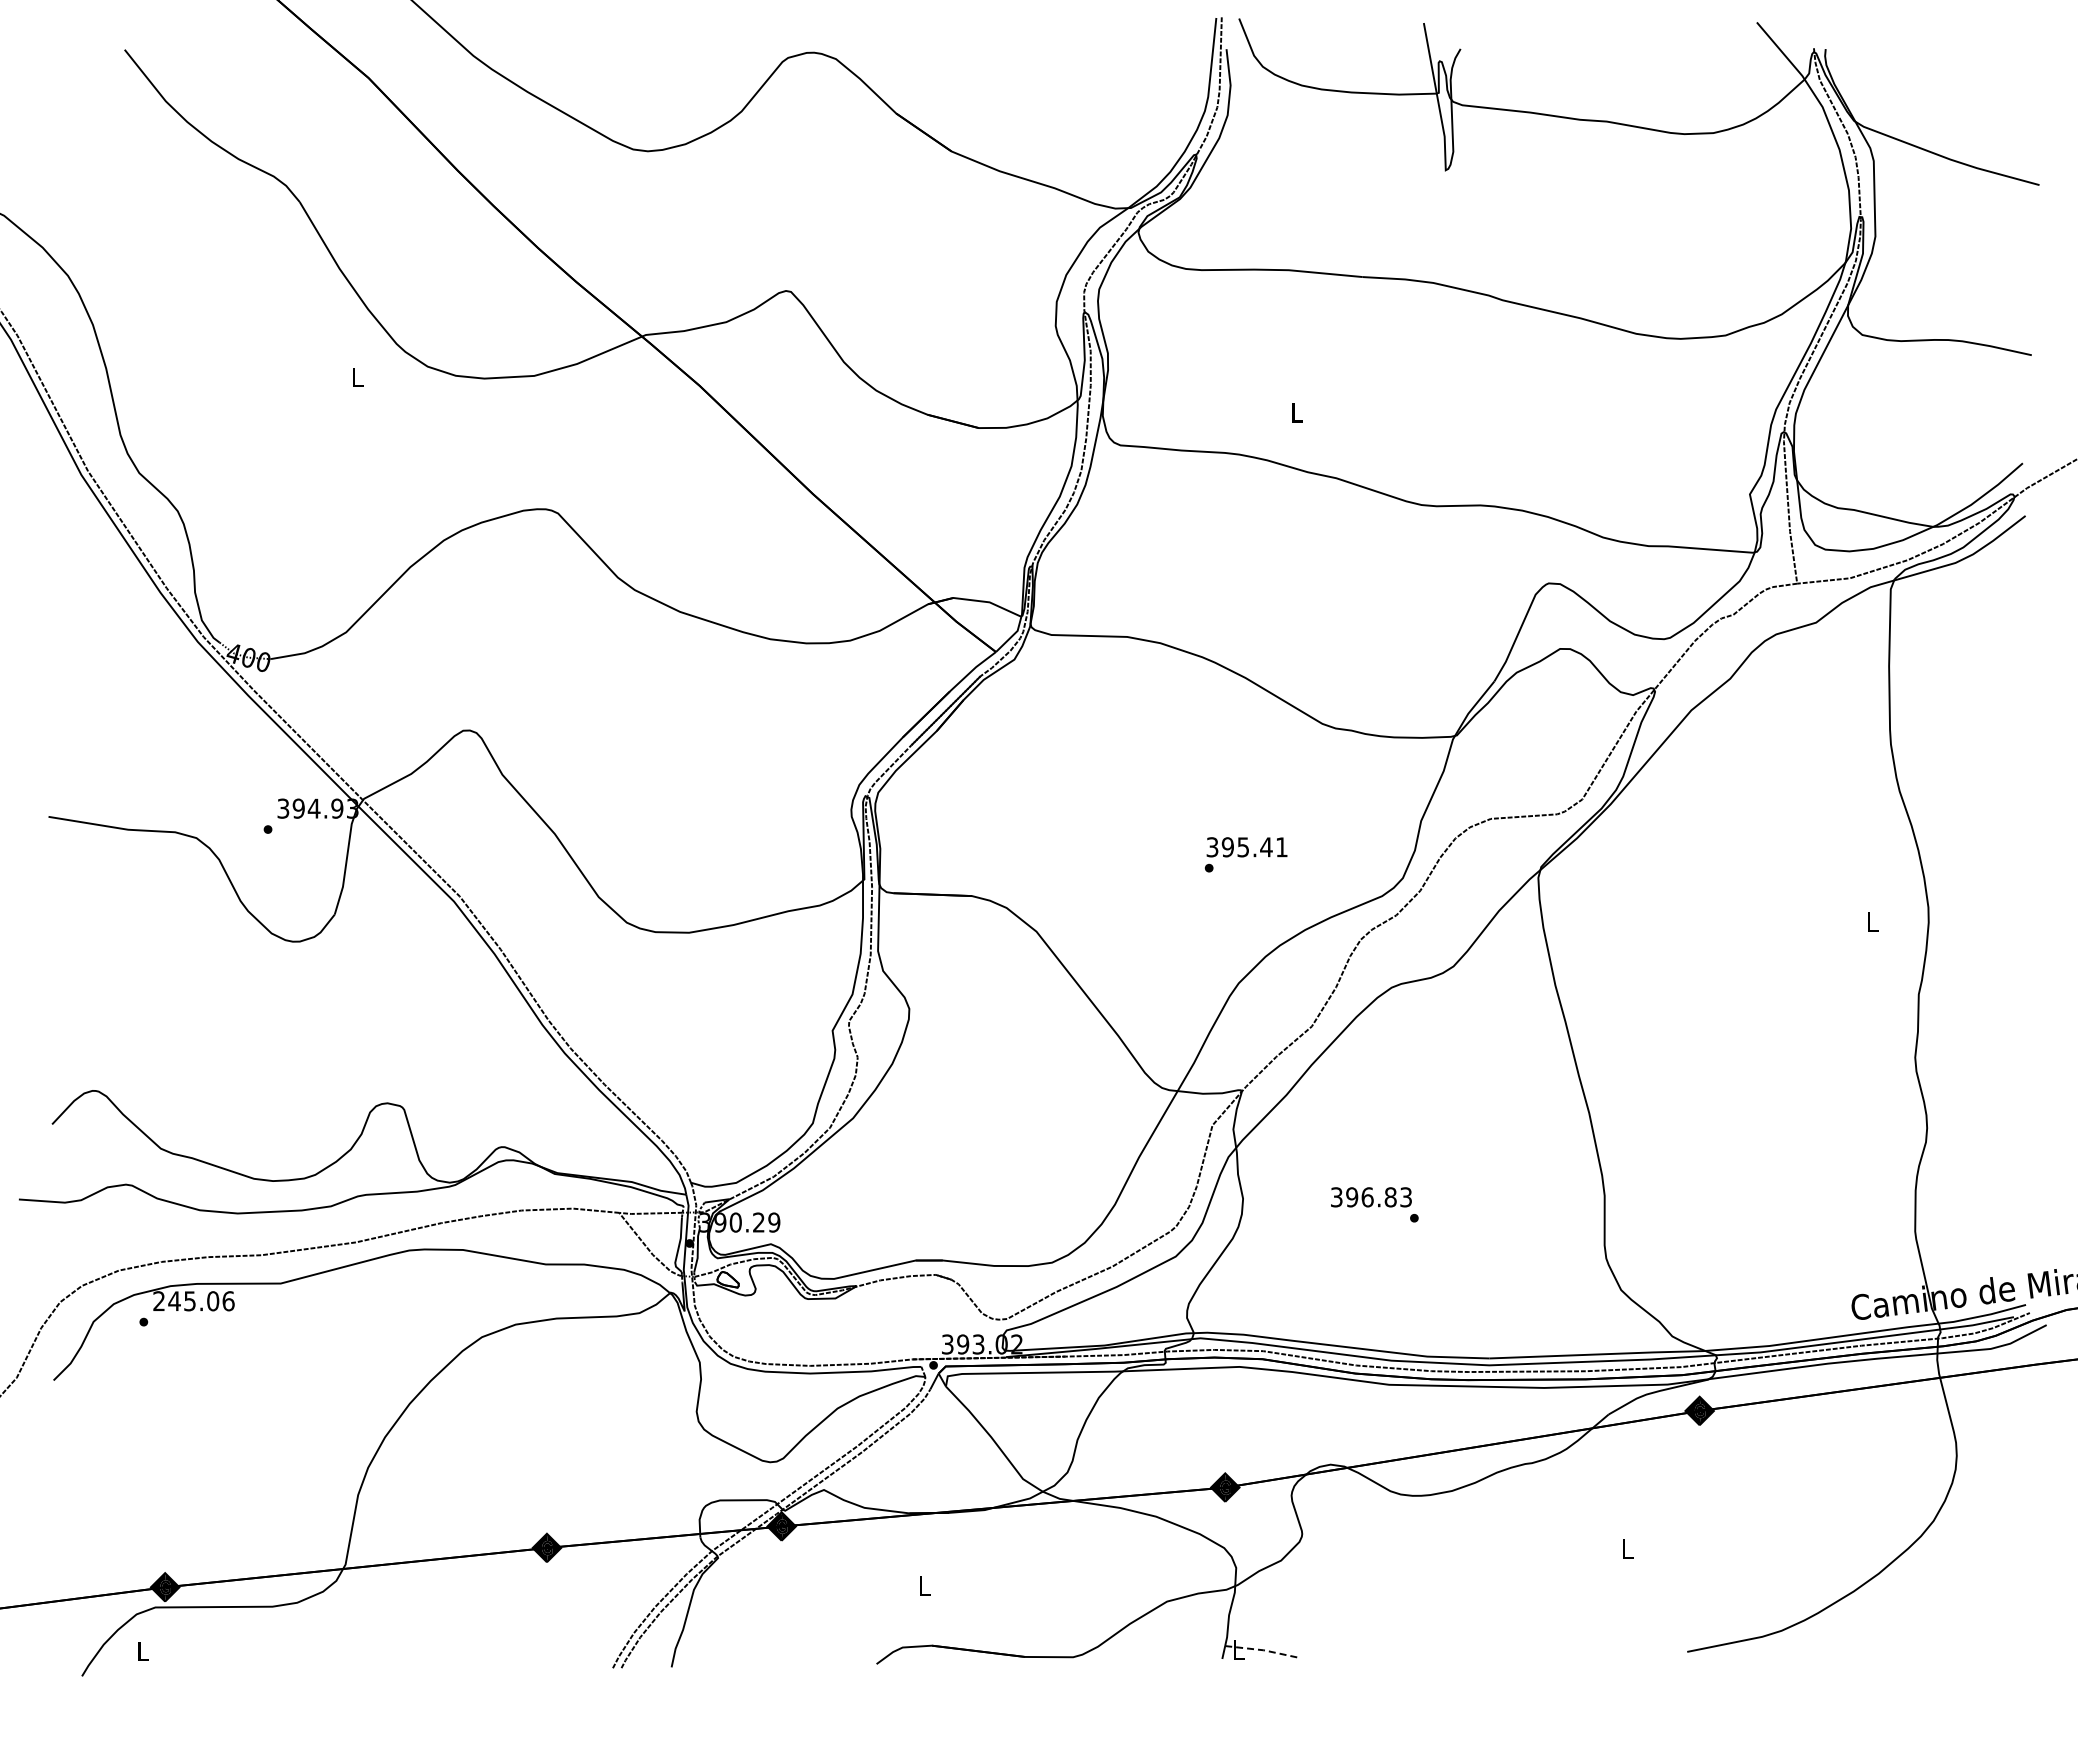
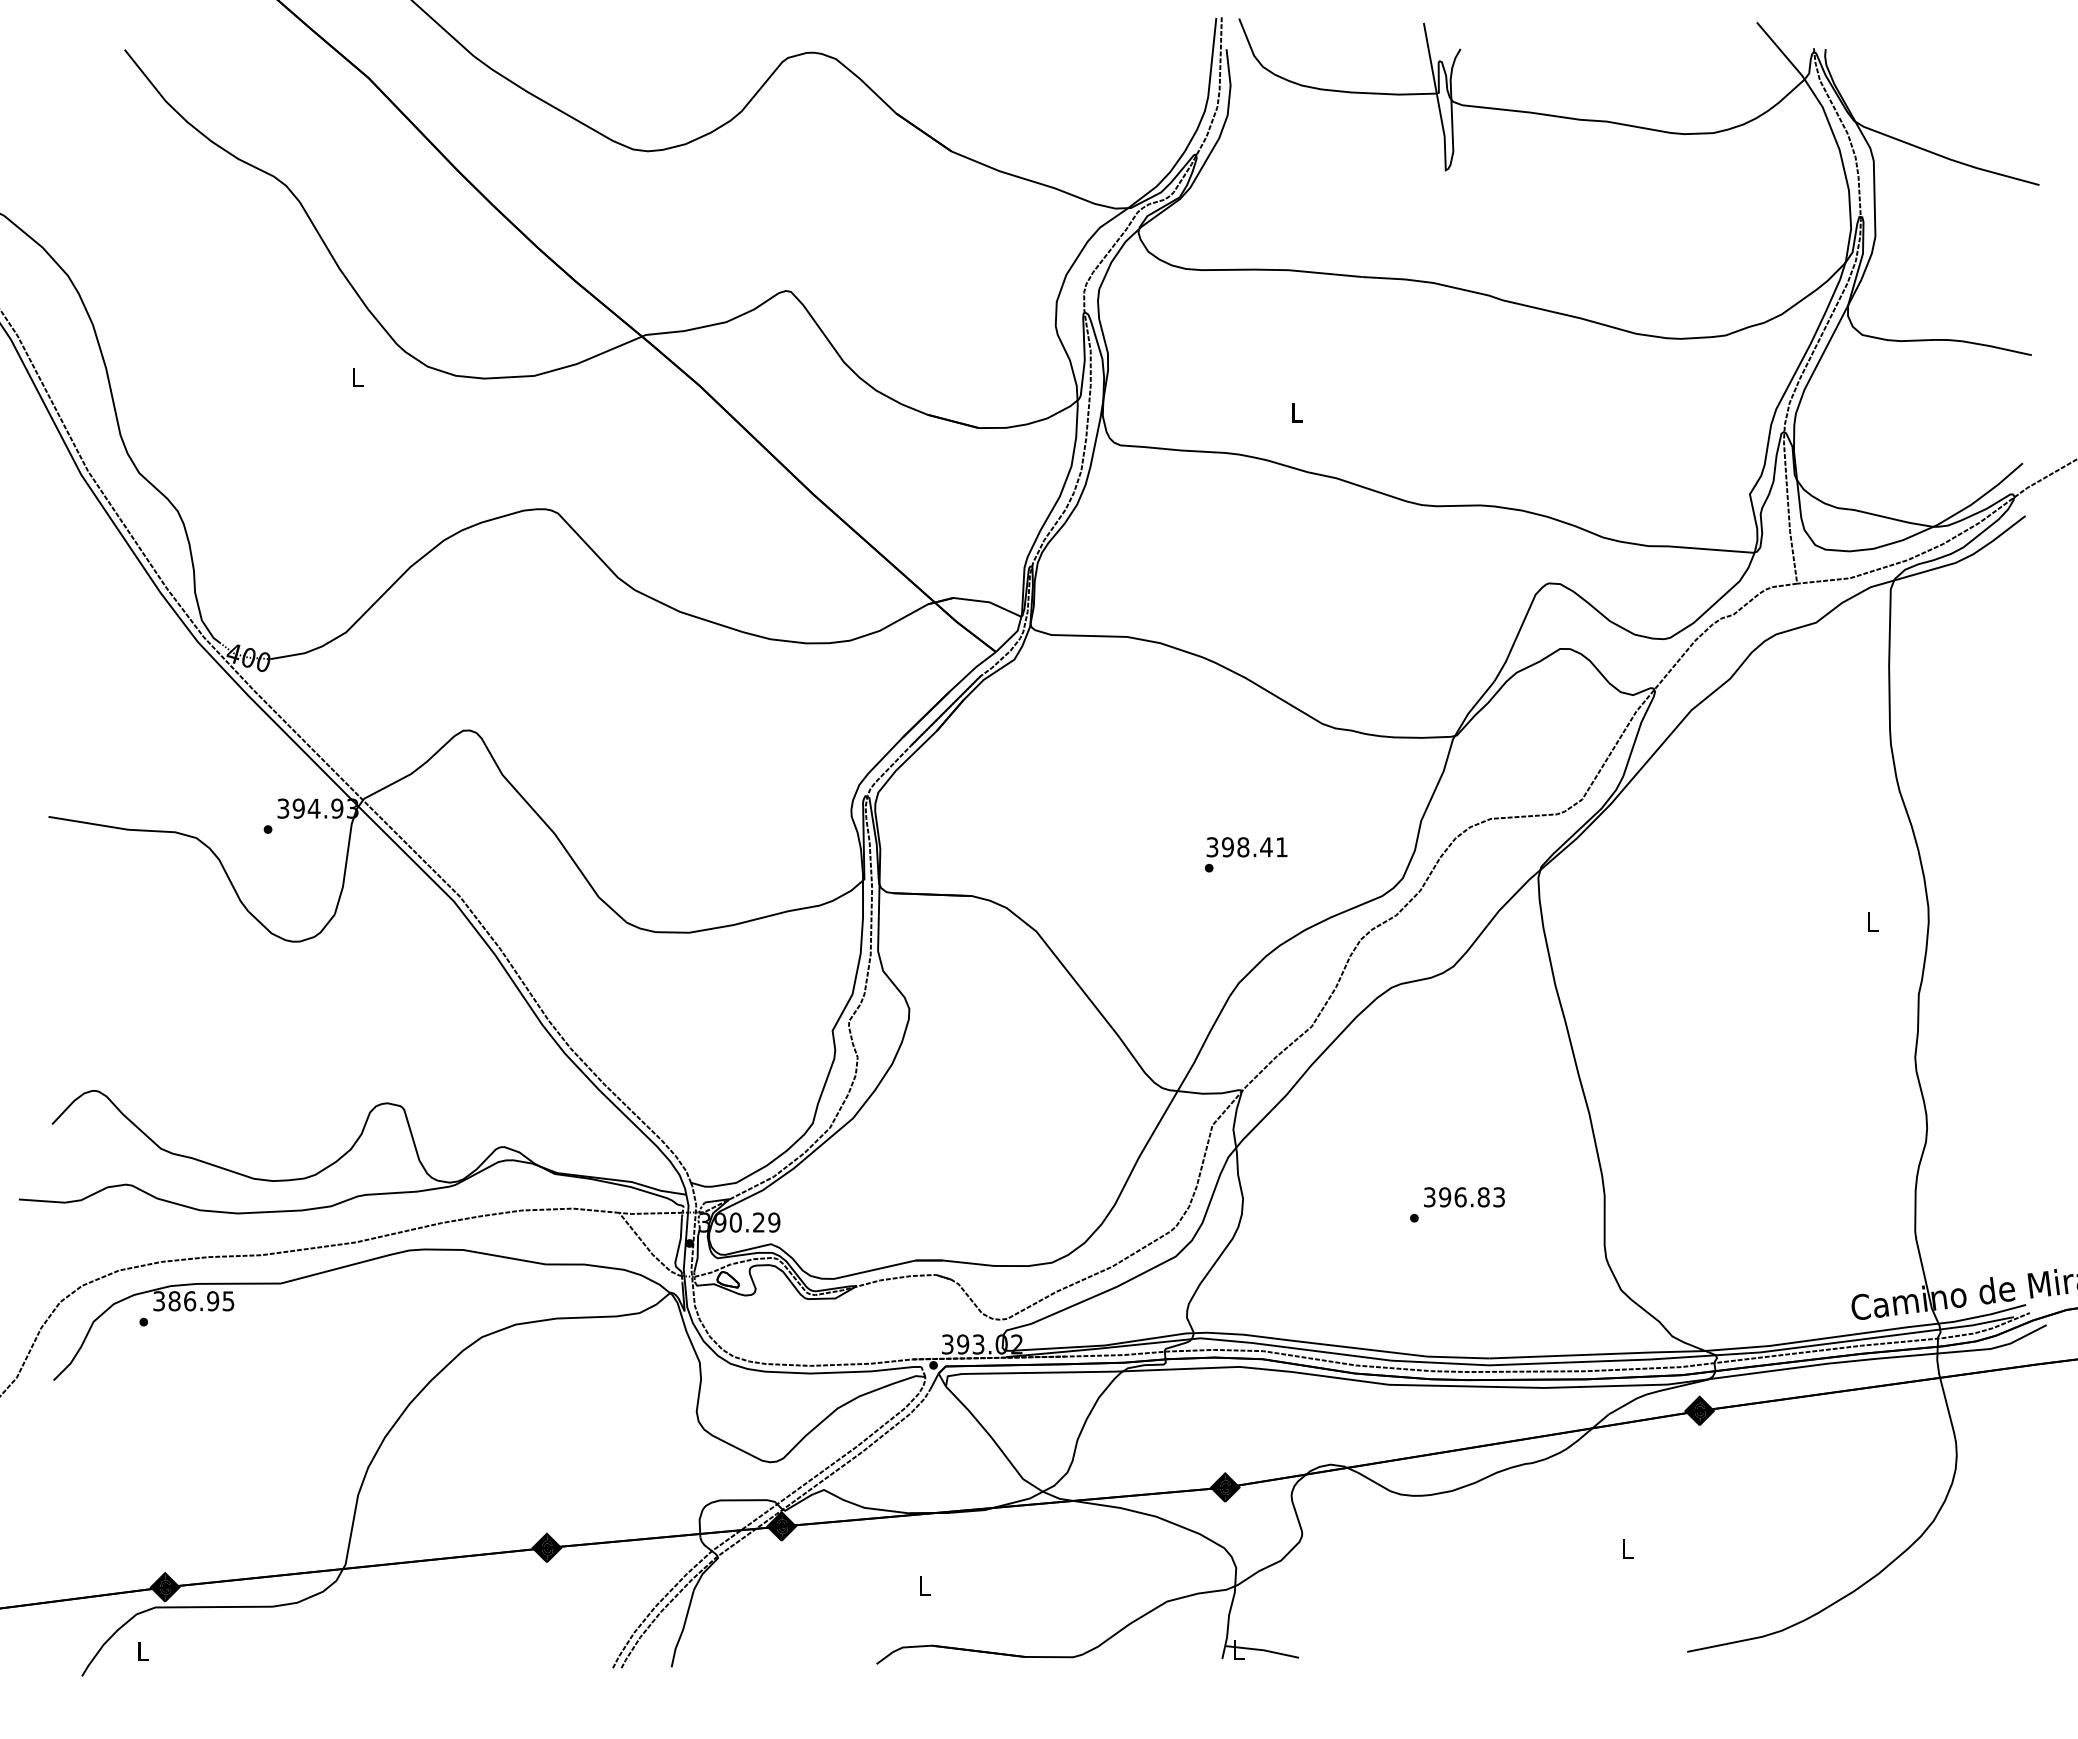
text at (1243, 847): 395.41 -> 398.41
text at (1371, 1197) position: (1371, 1197) -> (1464, 1197)
text at (193, 1301): 245.06 -> 386.95
line at (1263, 1650): dashed -> solid
